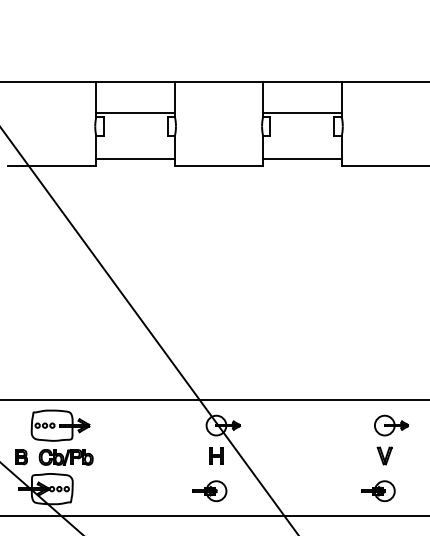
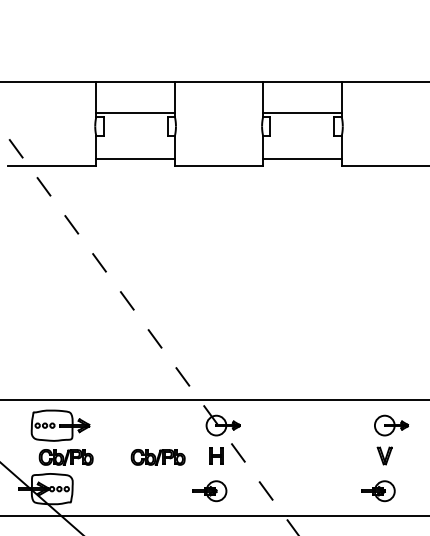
line at (149, 331): solid -> dashed
part at (21, 457): present -> none
part at (157, 457): none -> present
